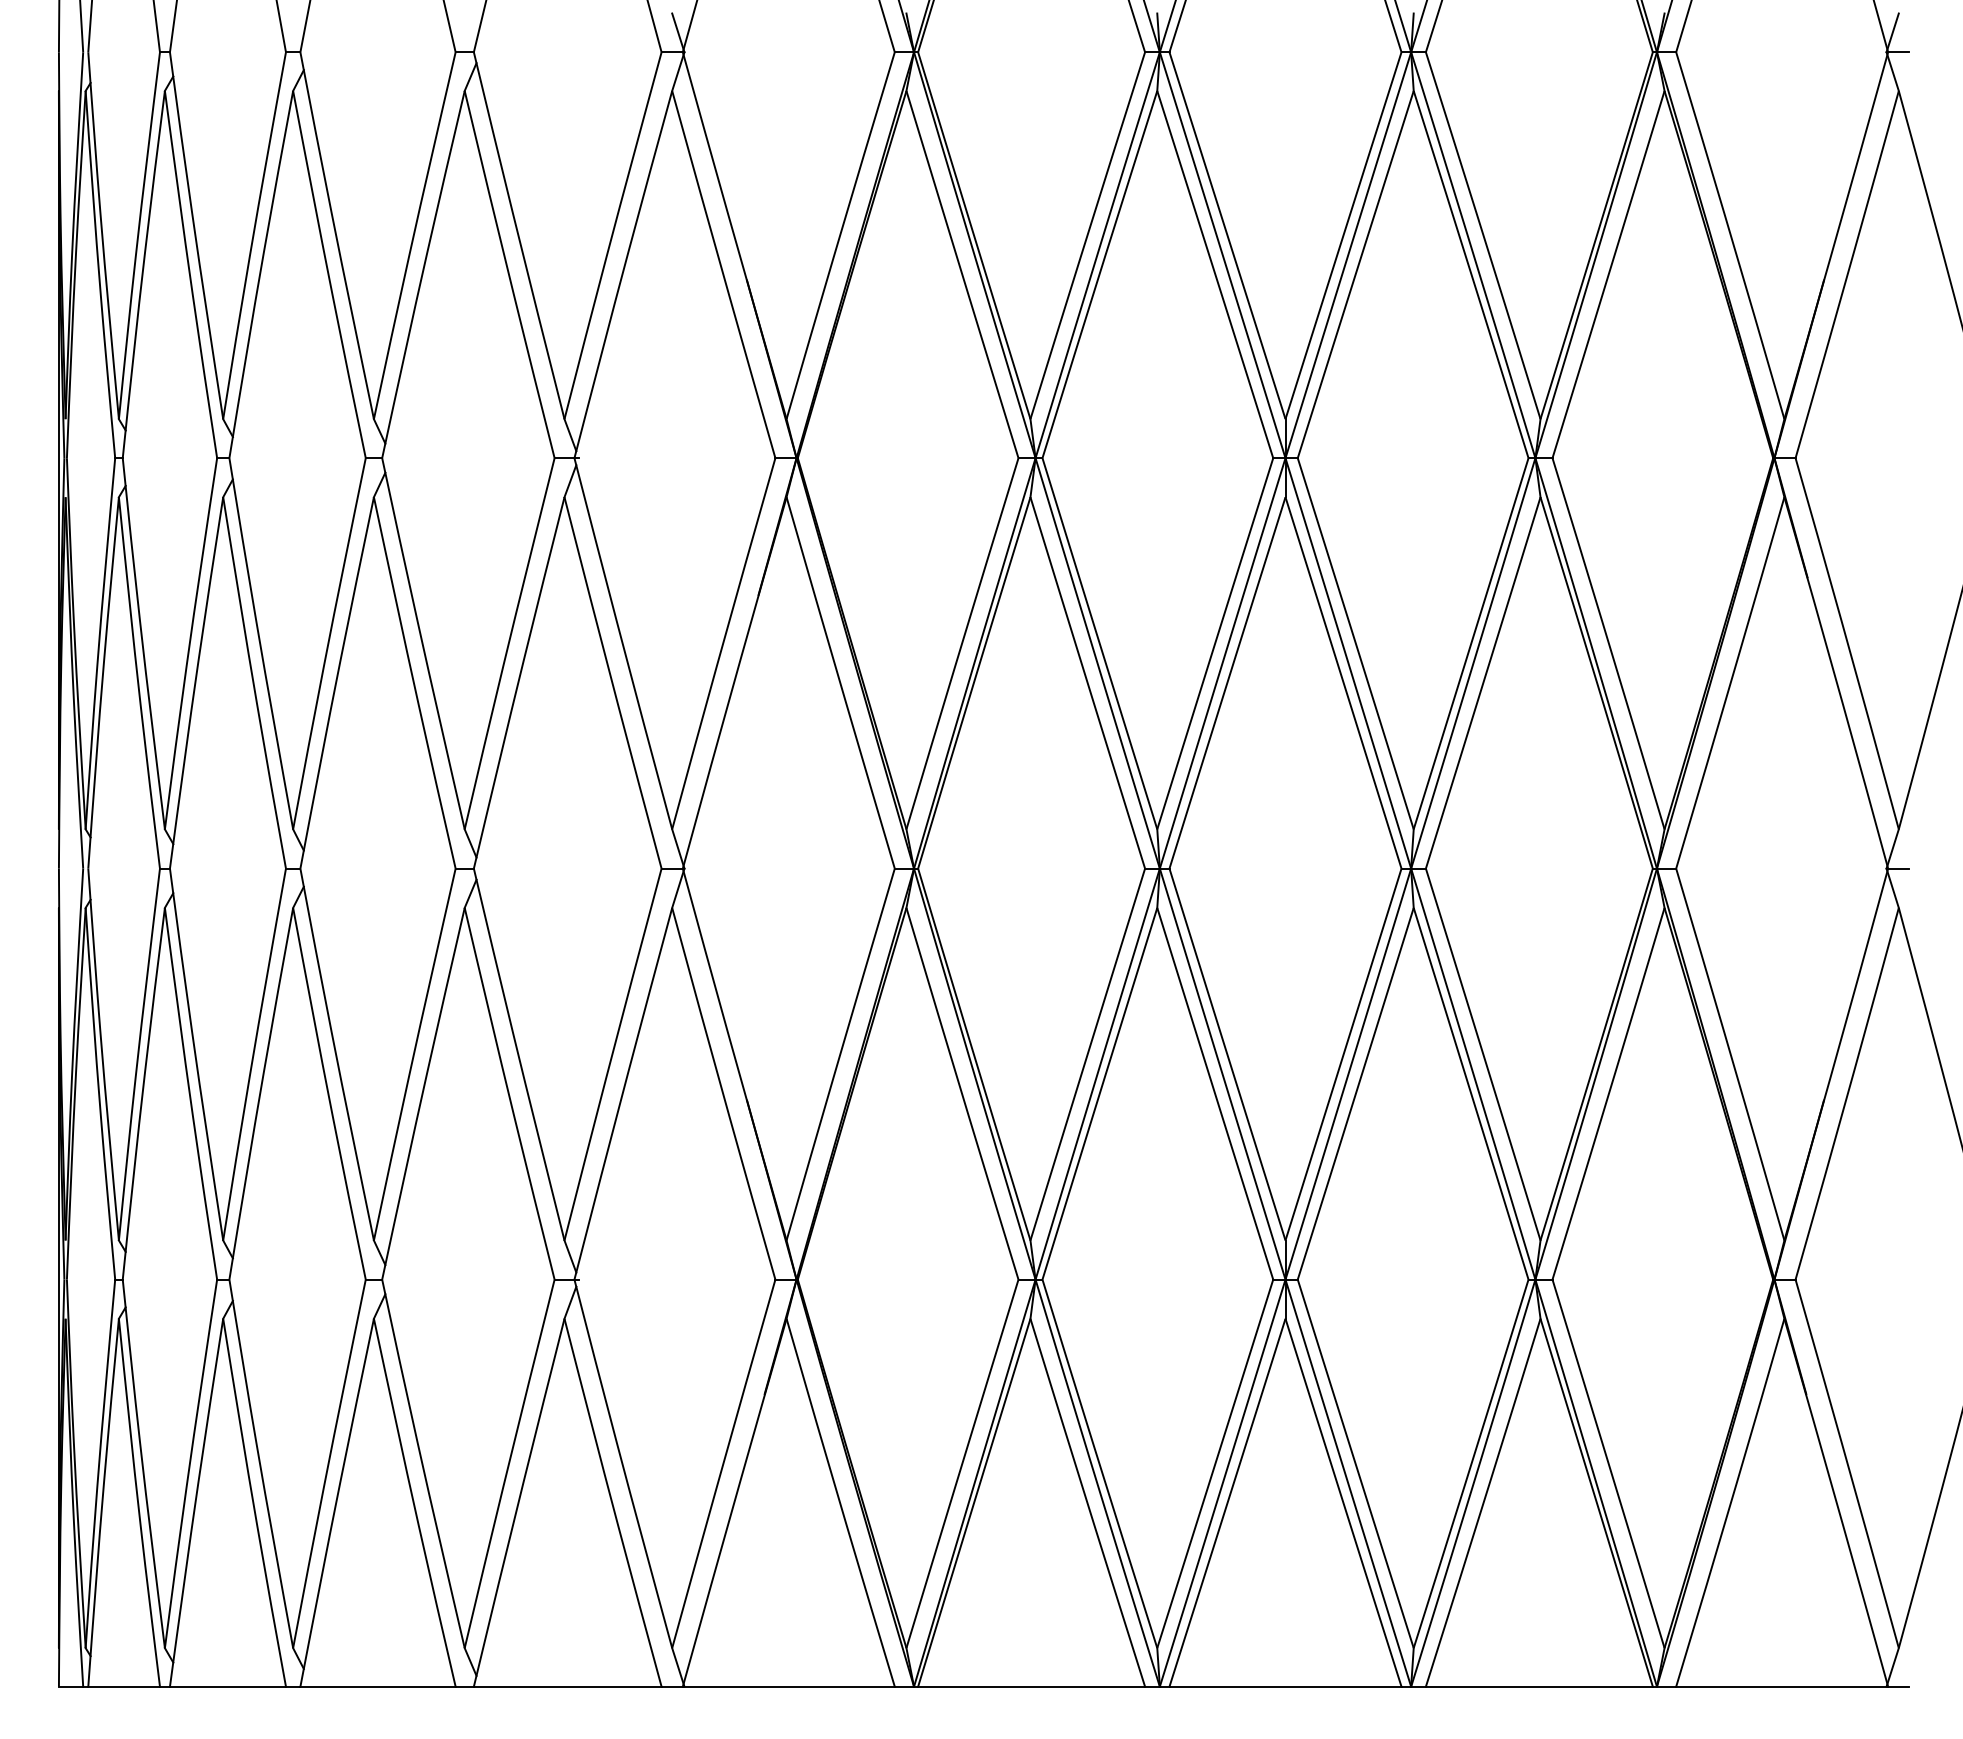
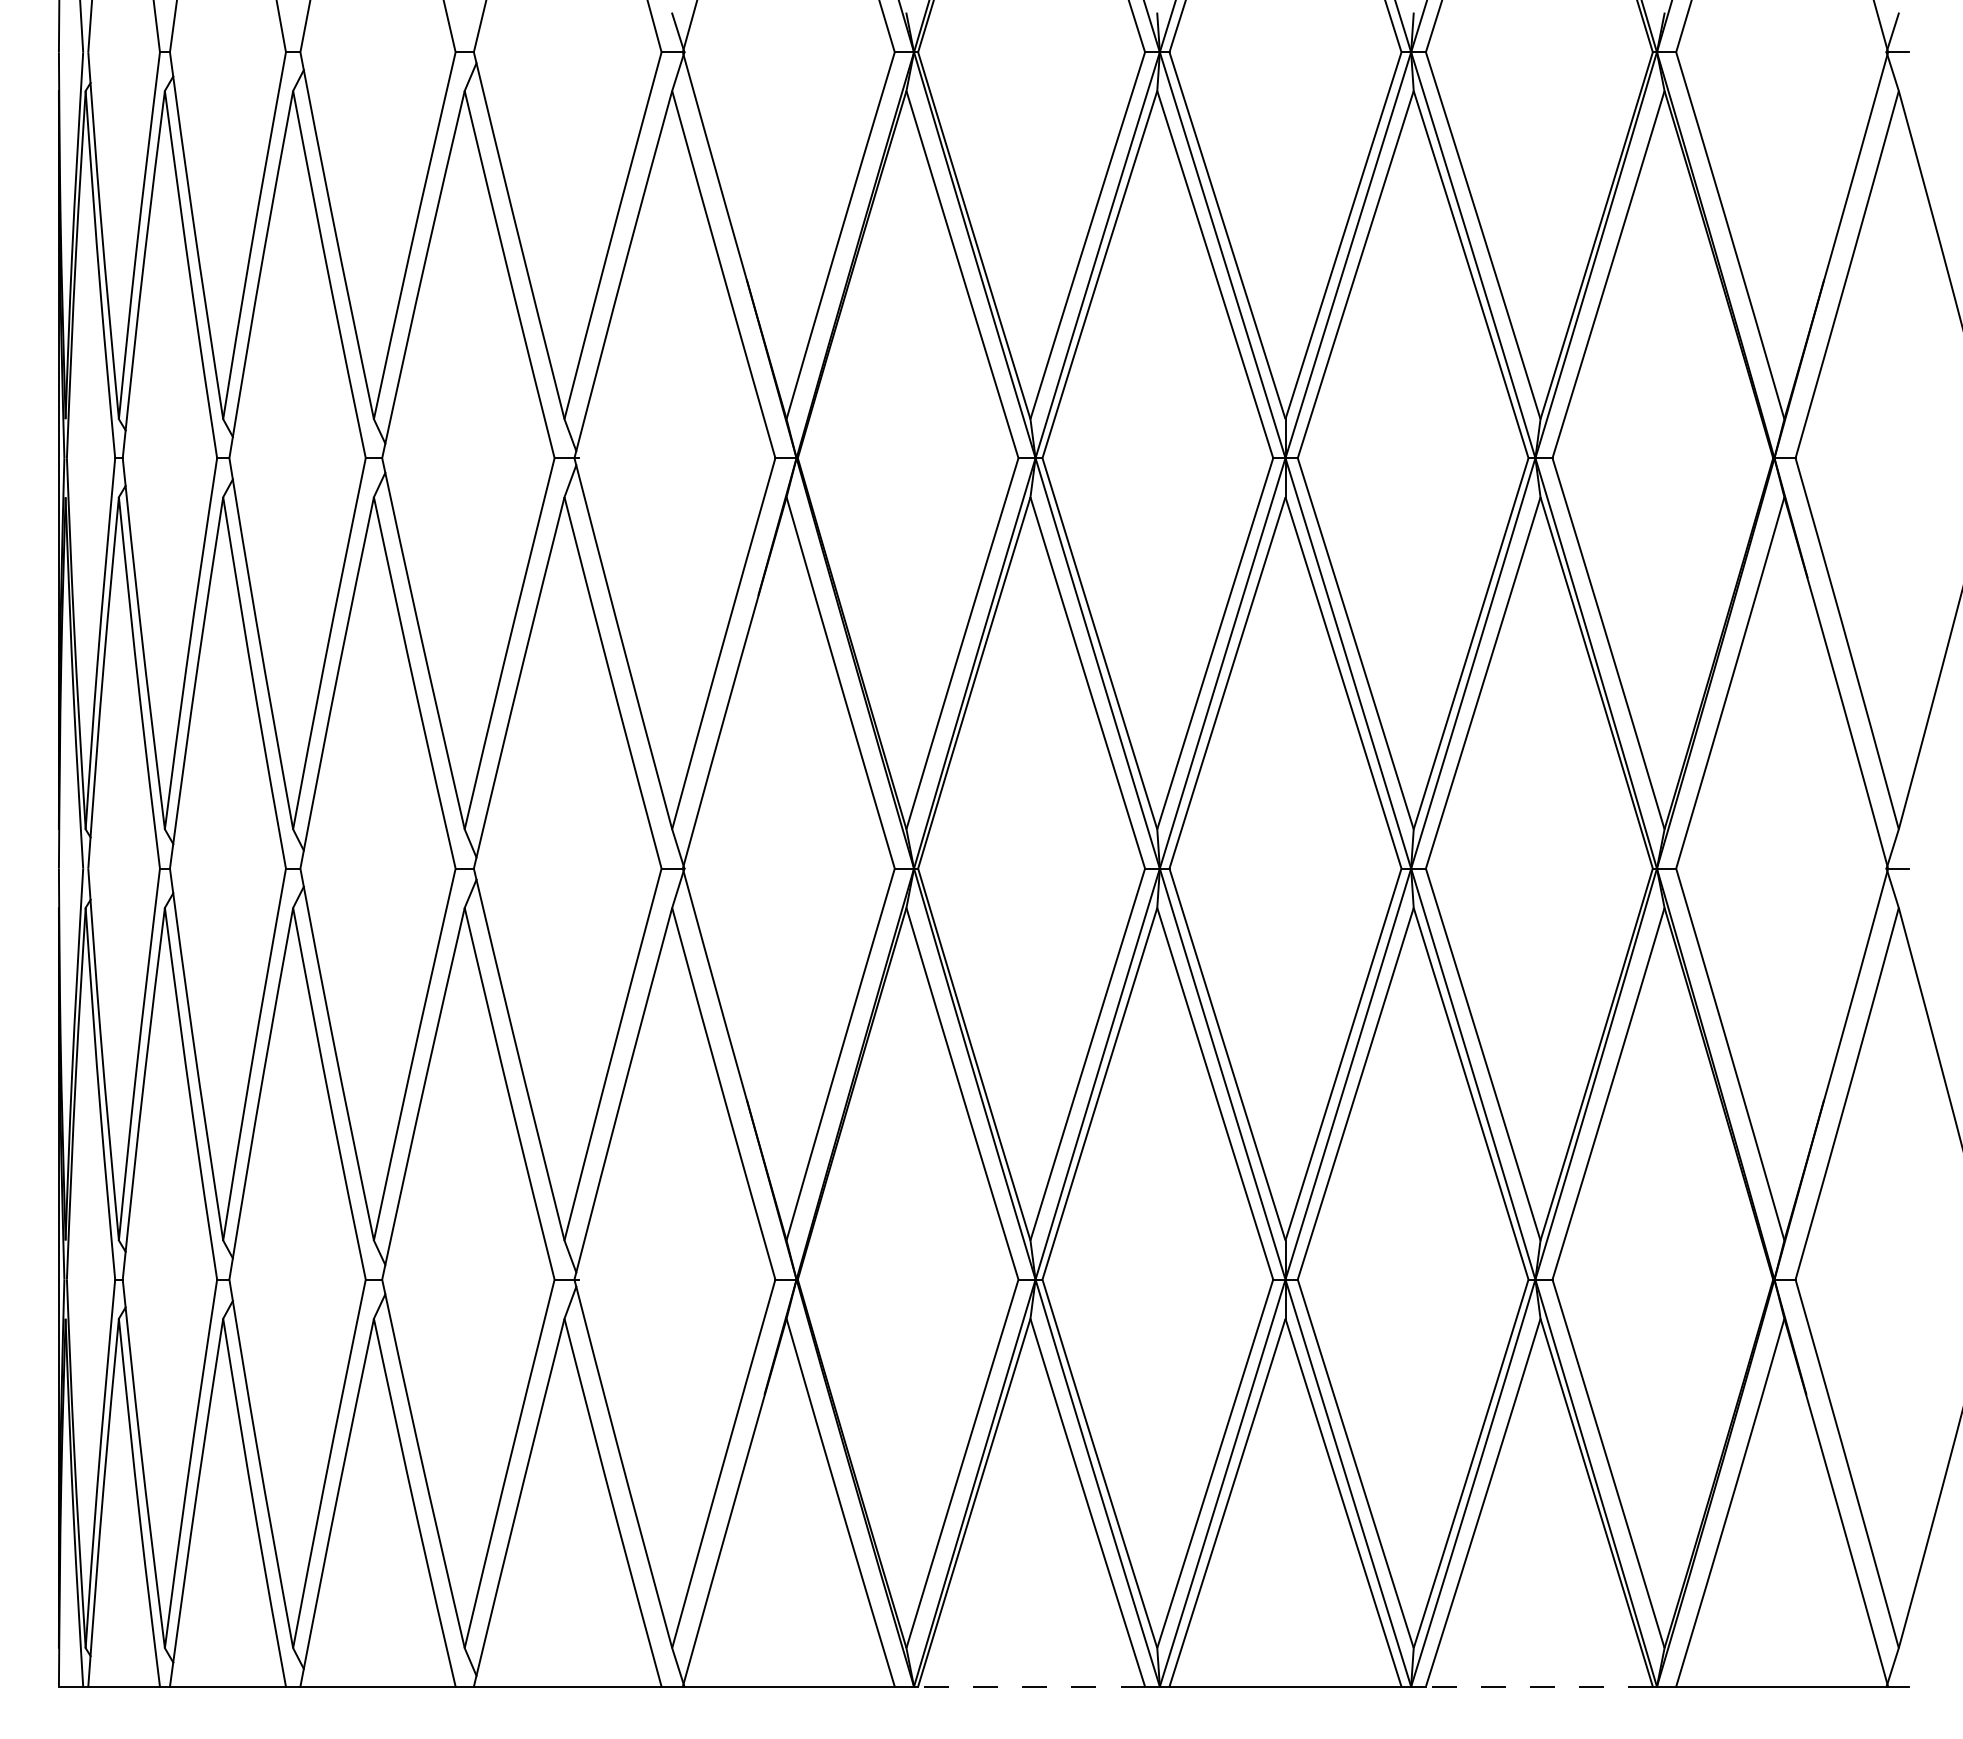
line at (1031, 1686): solid -> dashed
line at (1538, 1686): solid -> dashed
